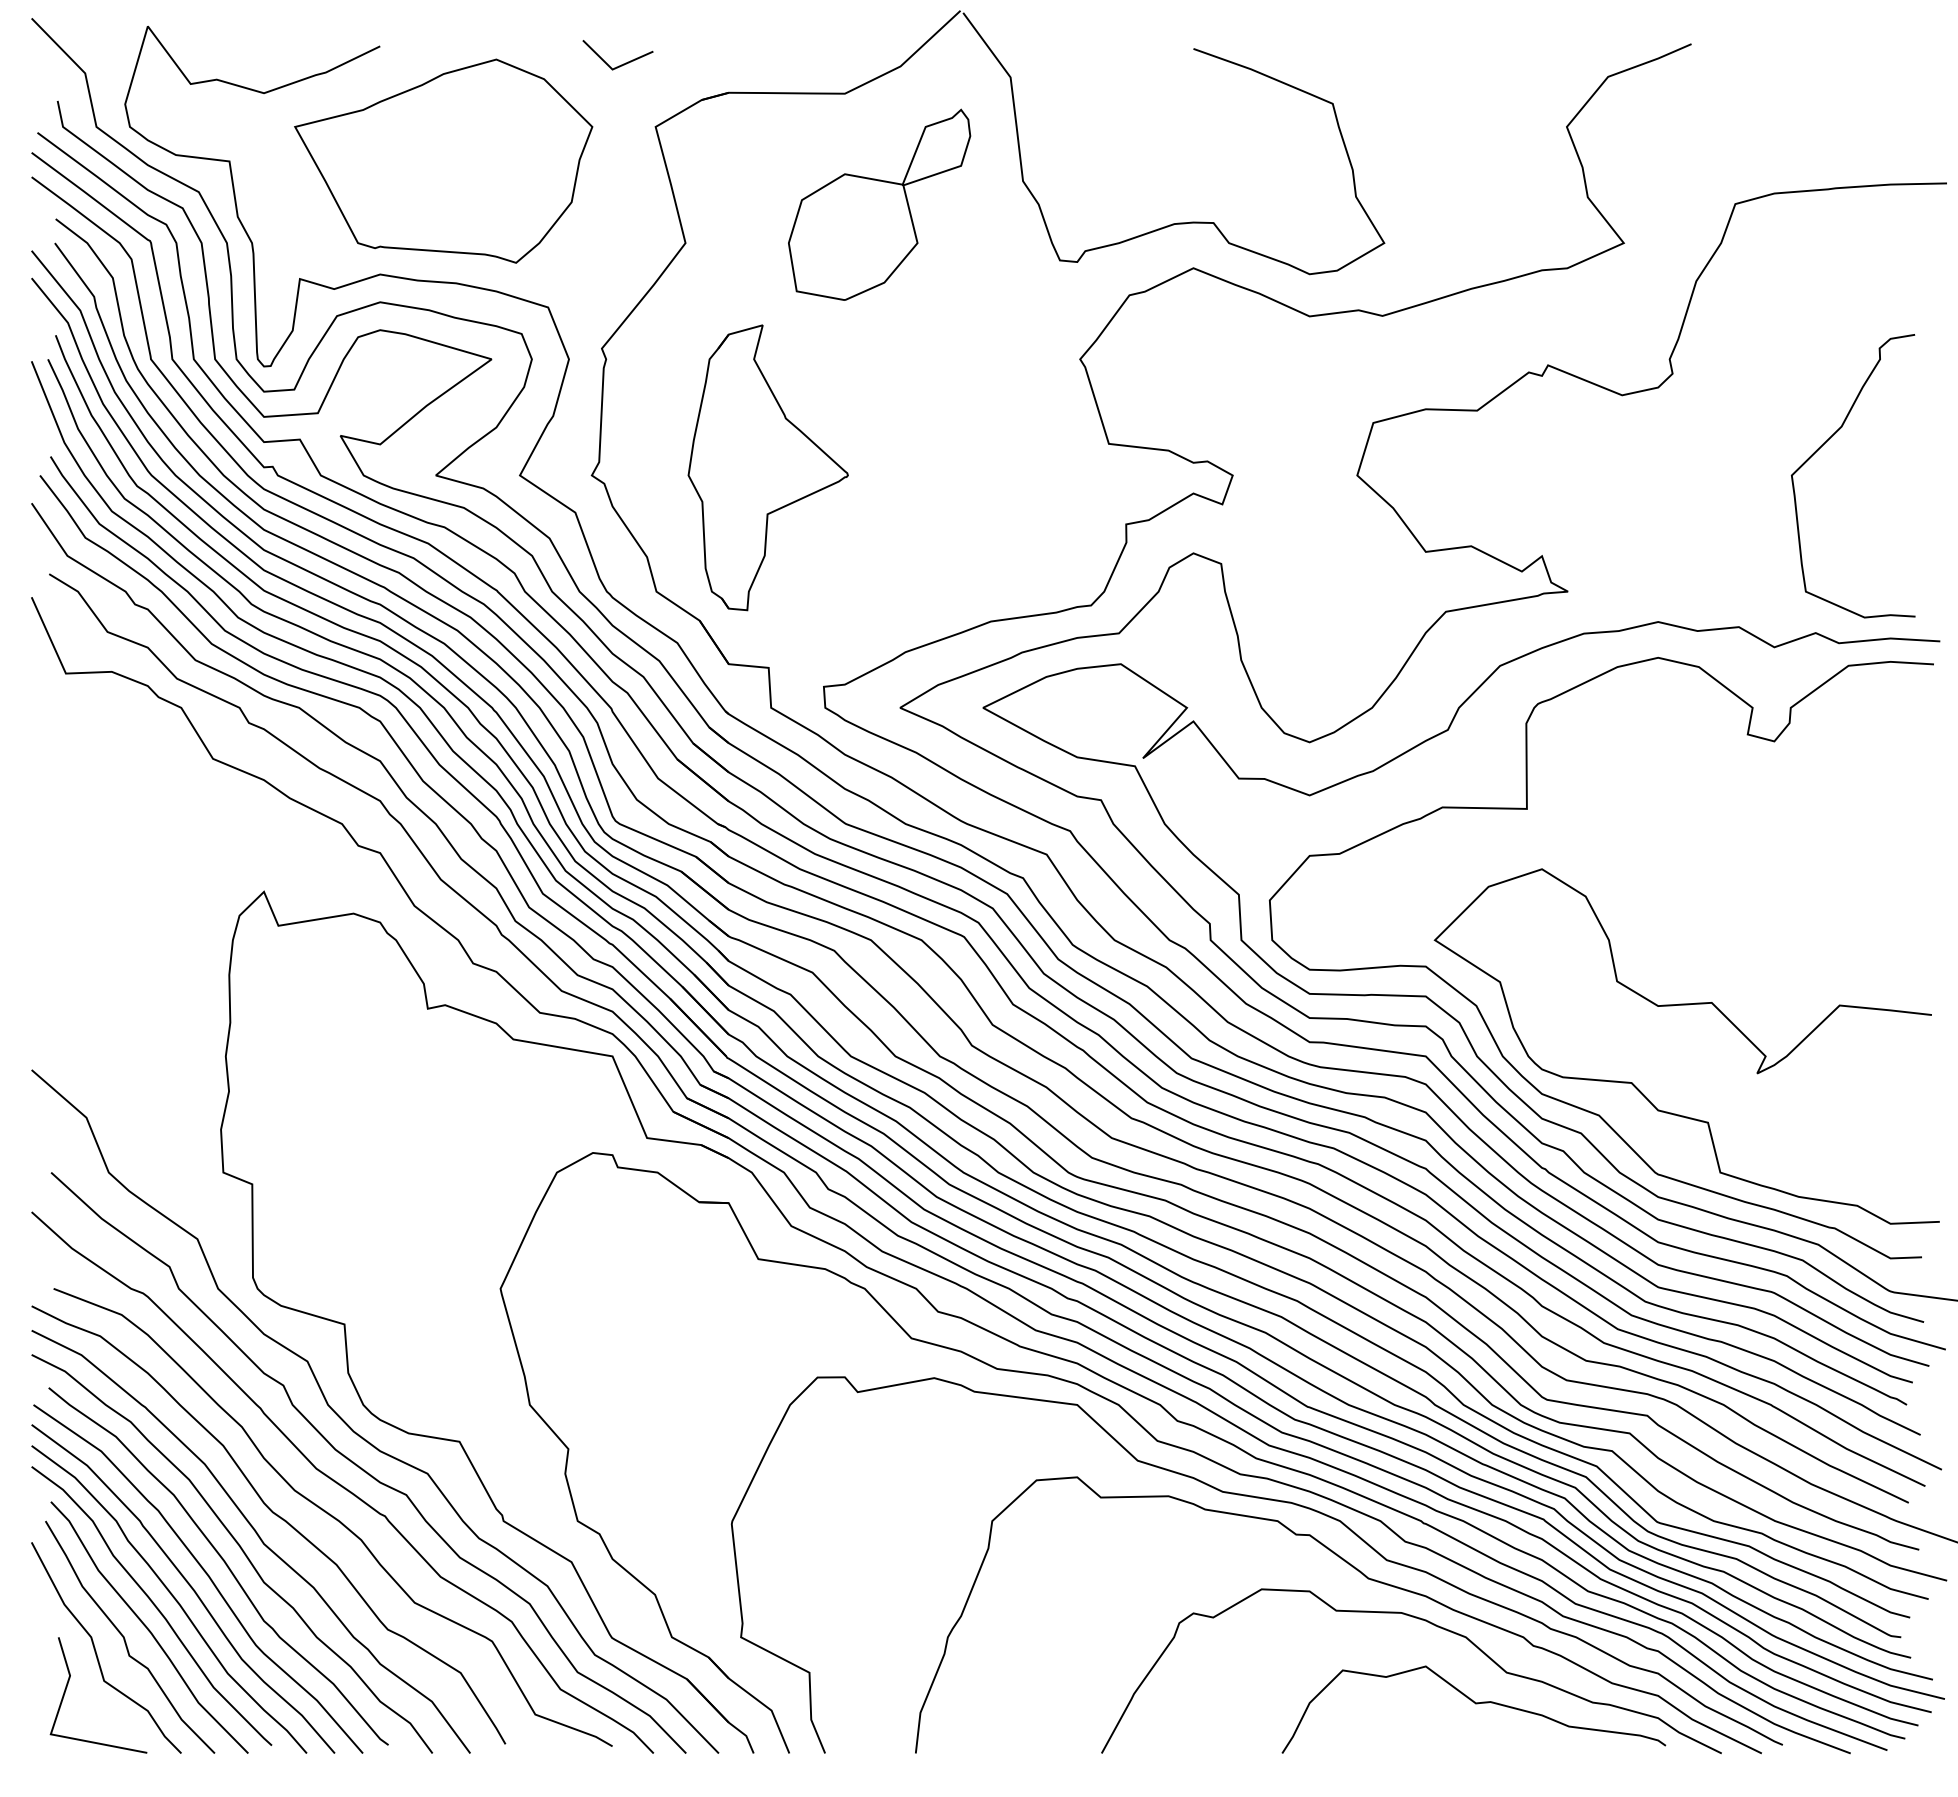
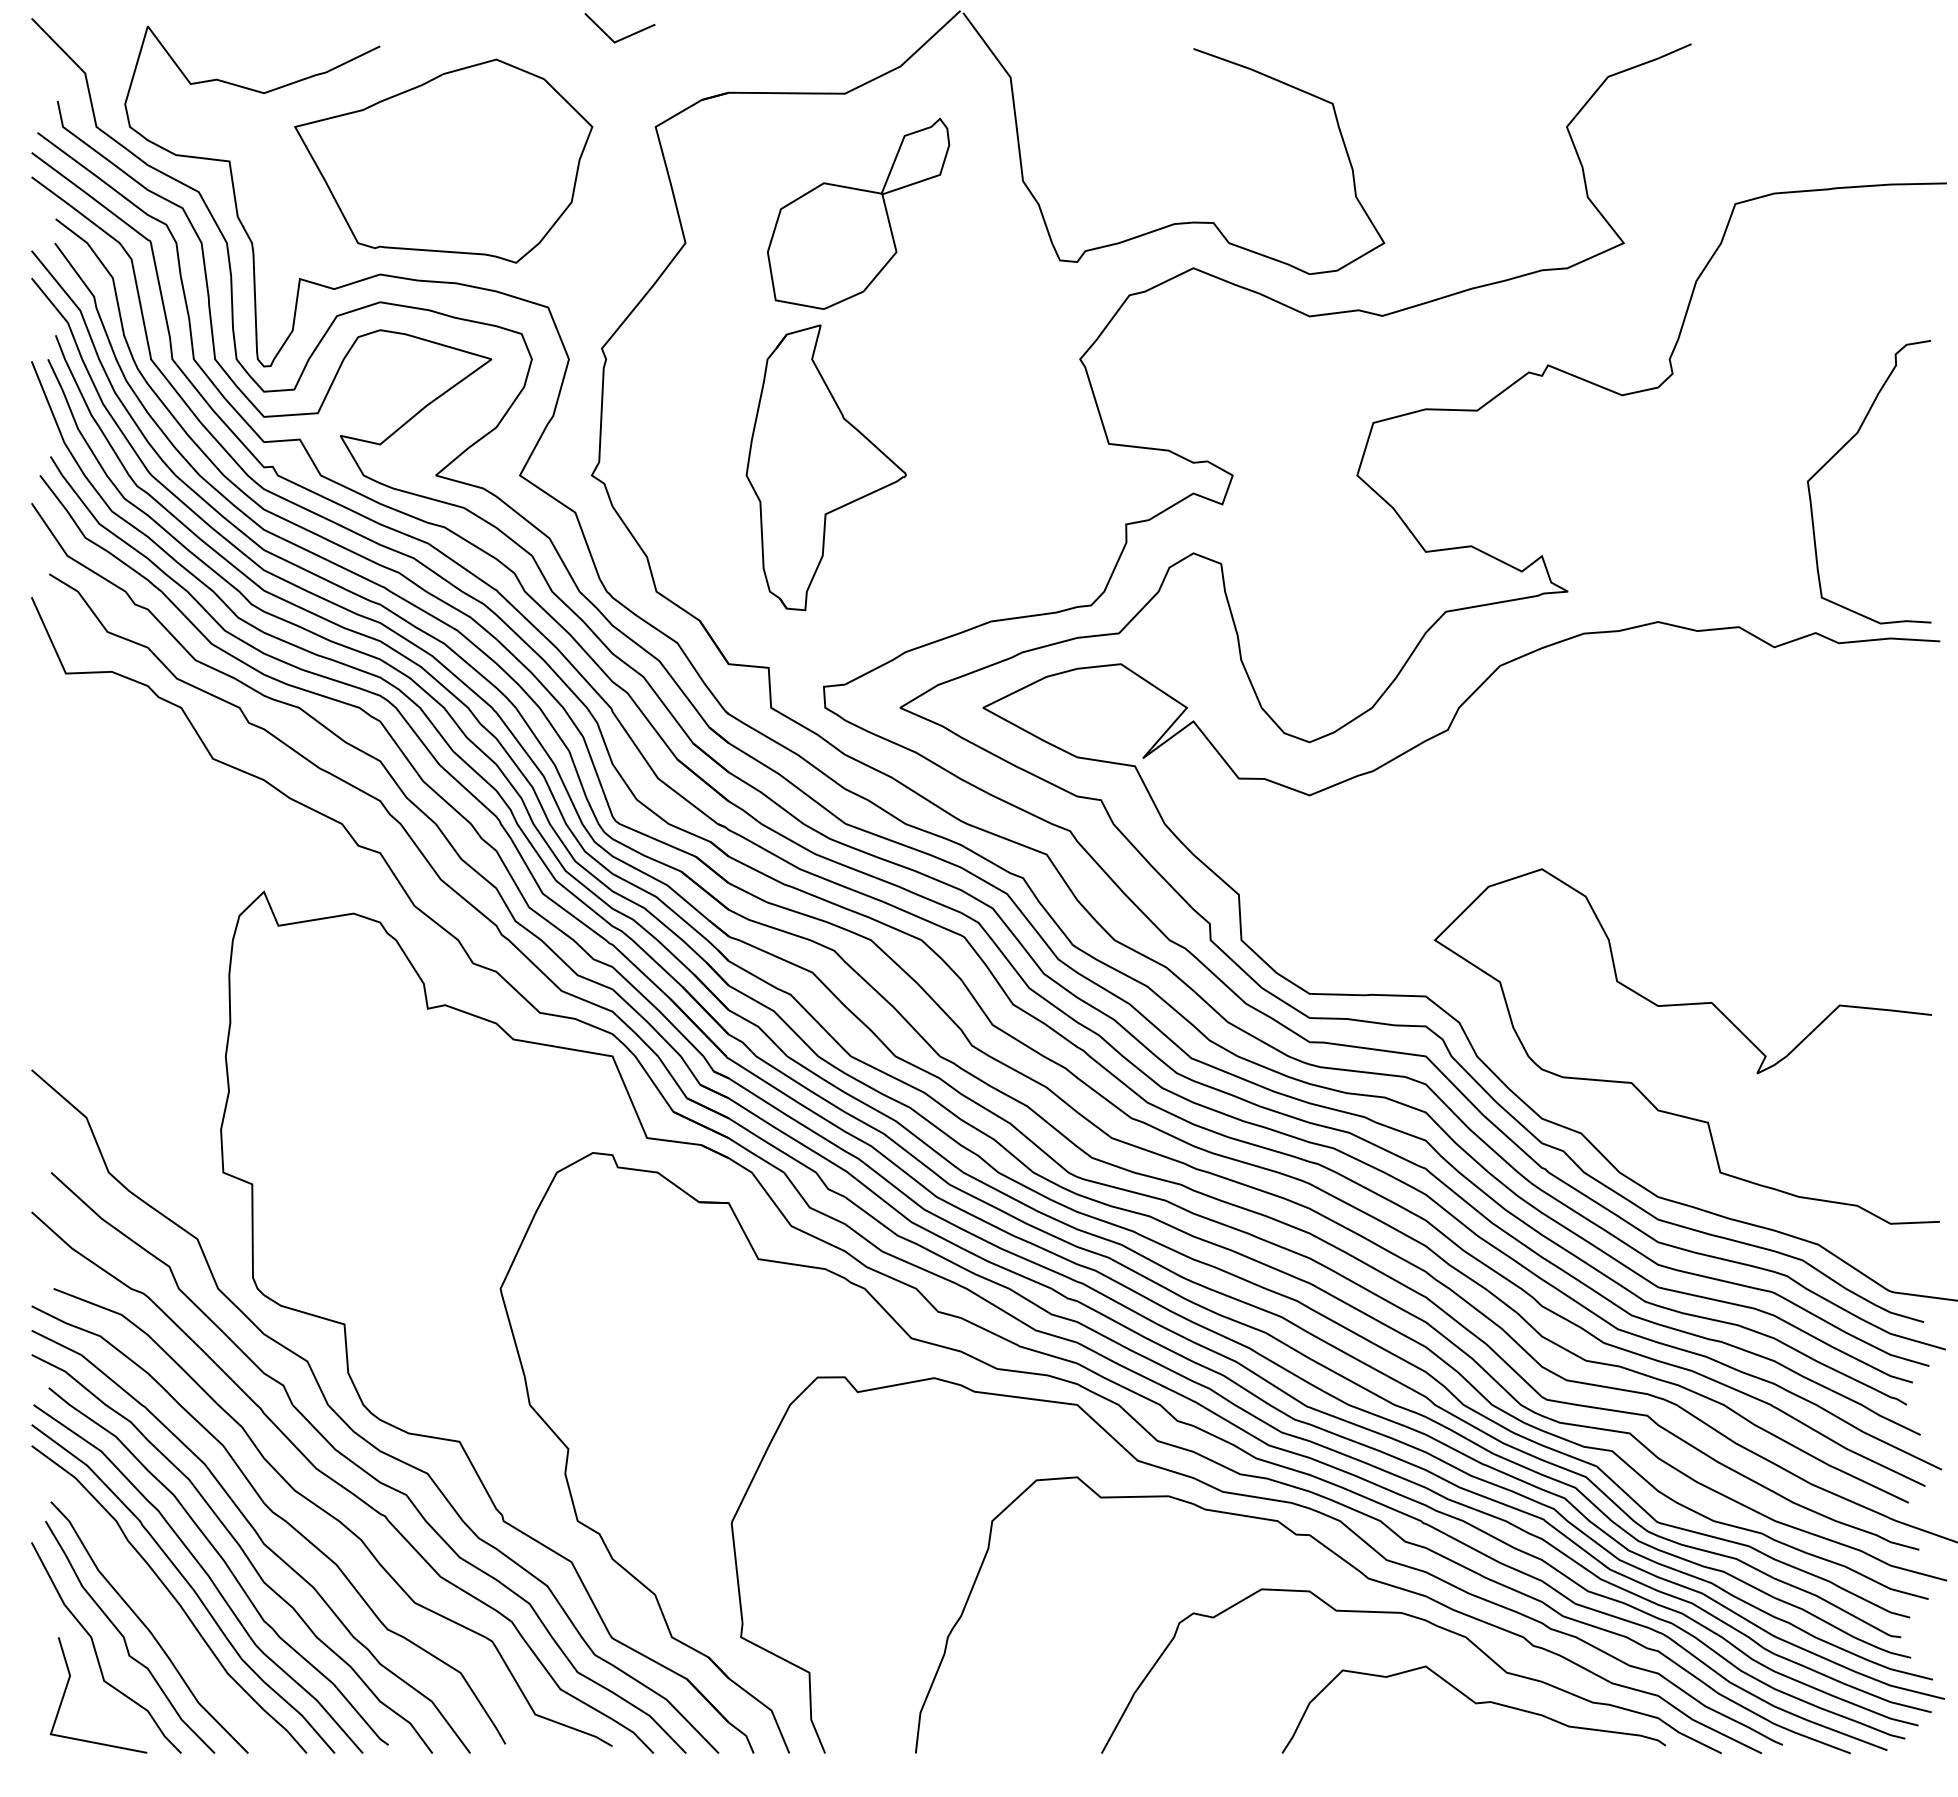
line at (621, 64) position: (621, 64) -> (623, 37)
part at (879, 204) position: (879, 204) -> (858, 213)
curve at (1822, 446) position: (1822, 446) -> (1838, 452)
part at (767, 467) position: (767, 467) -> (825, 467)
curve at (1485, 1020): present -> none
curve at (153, 1605): present -> none
